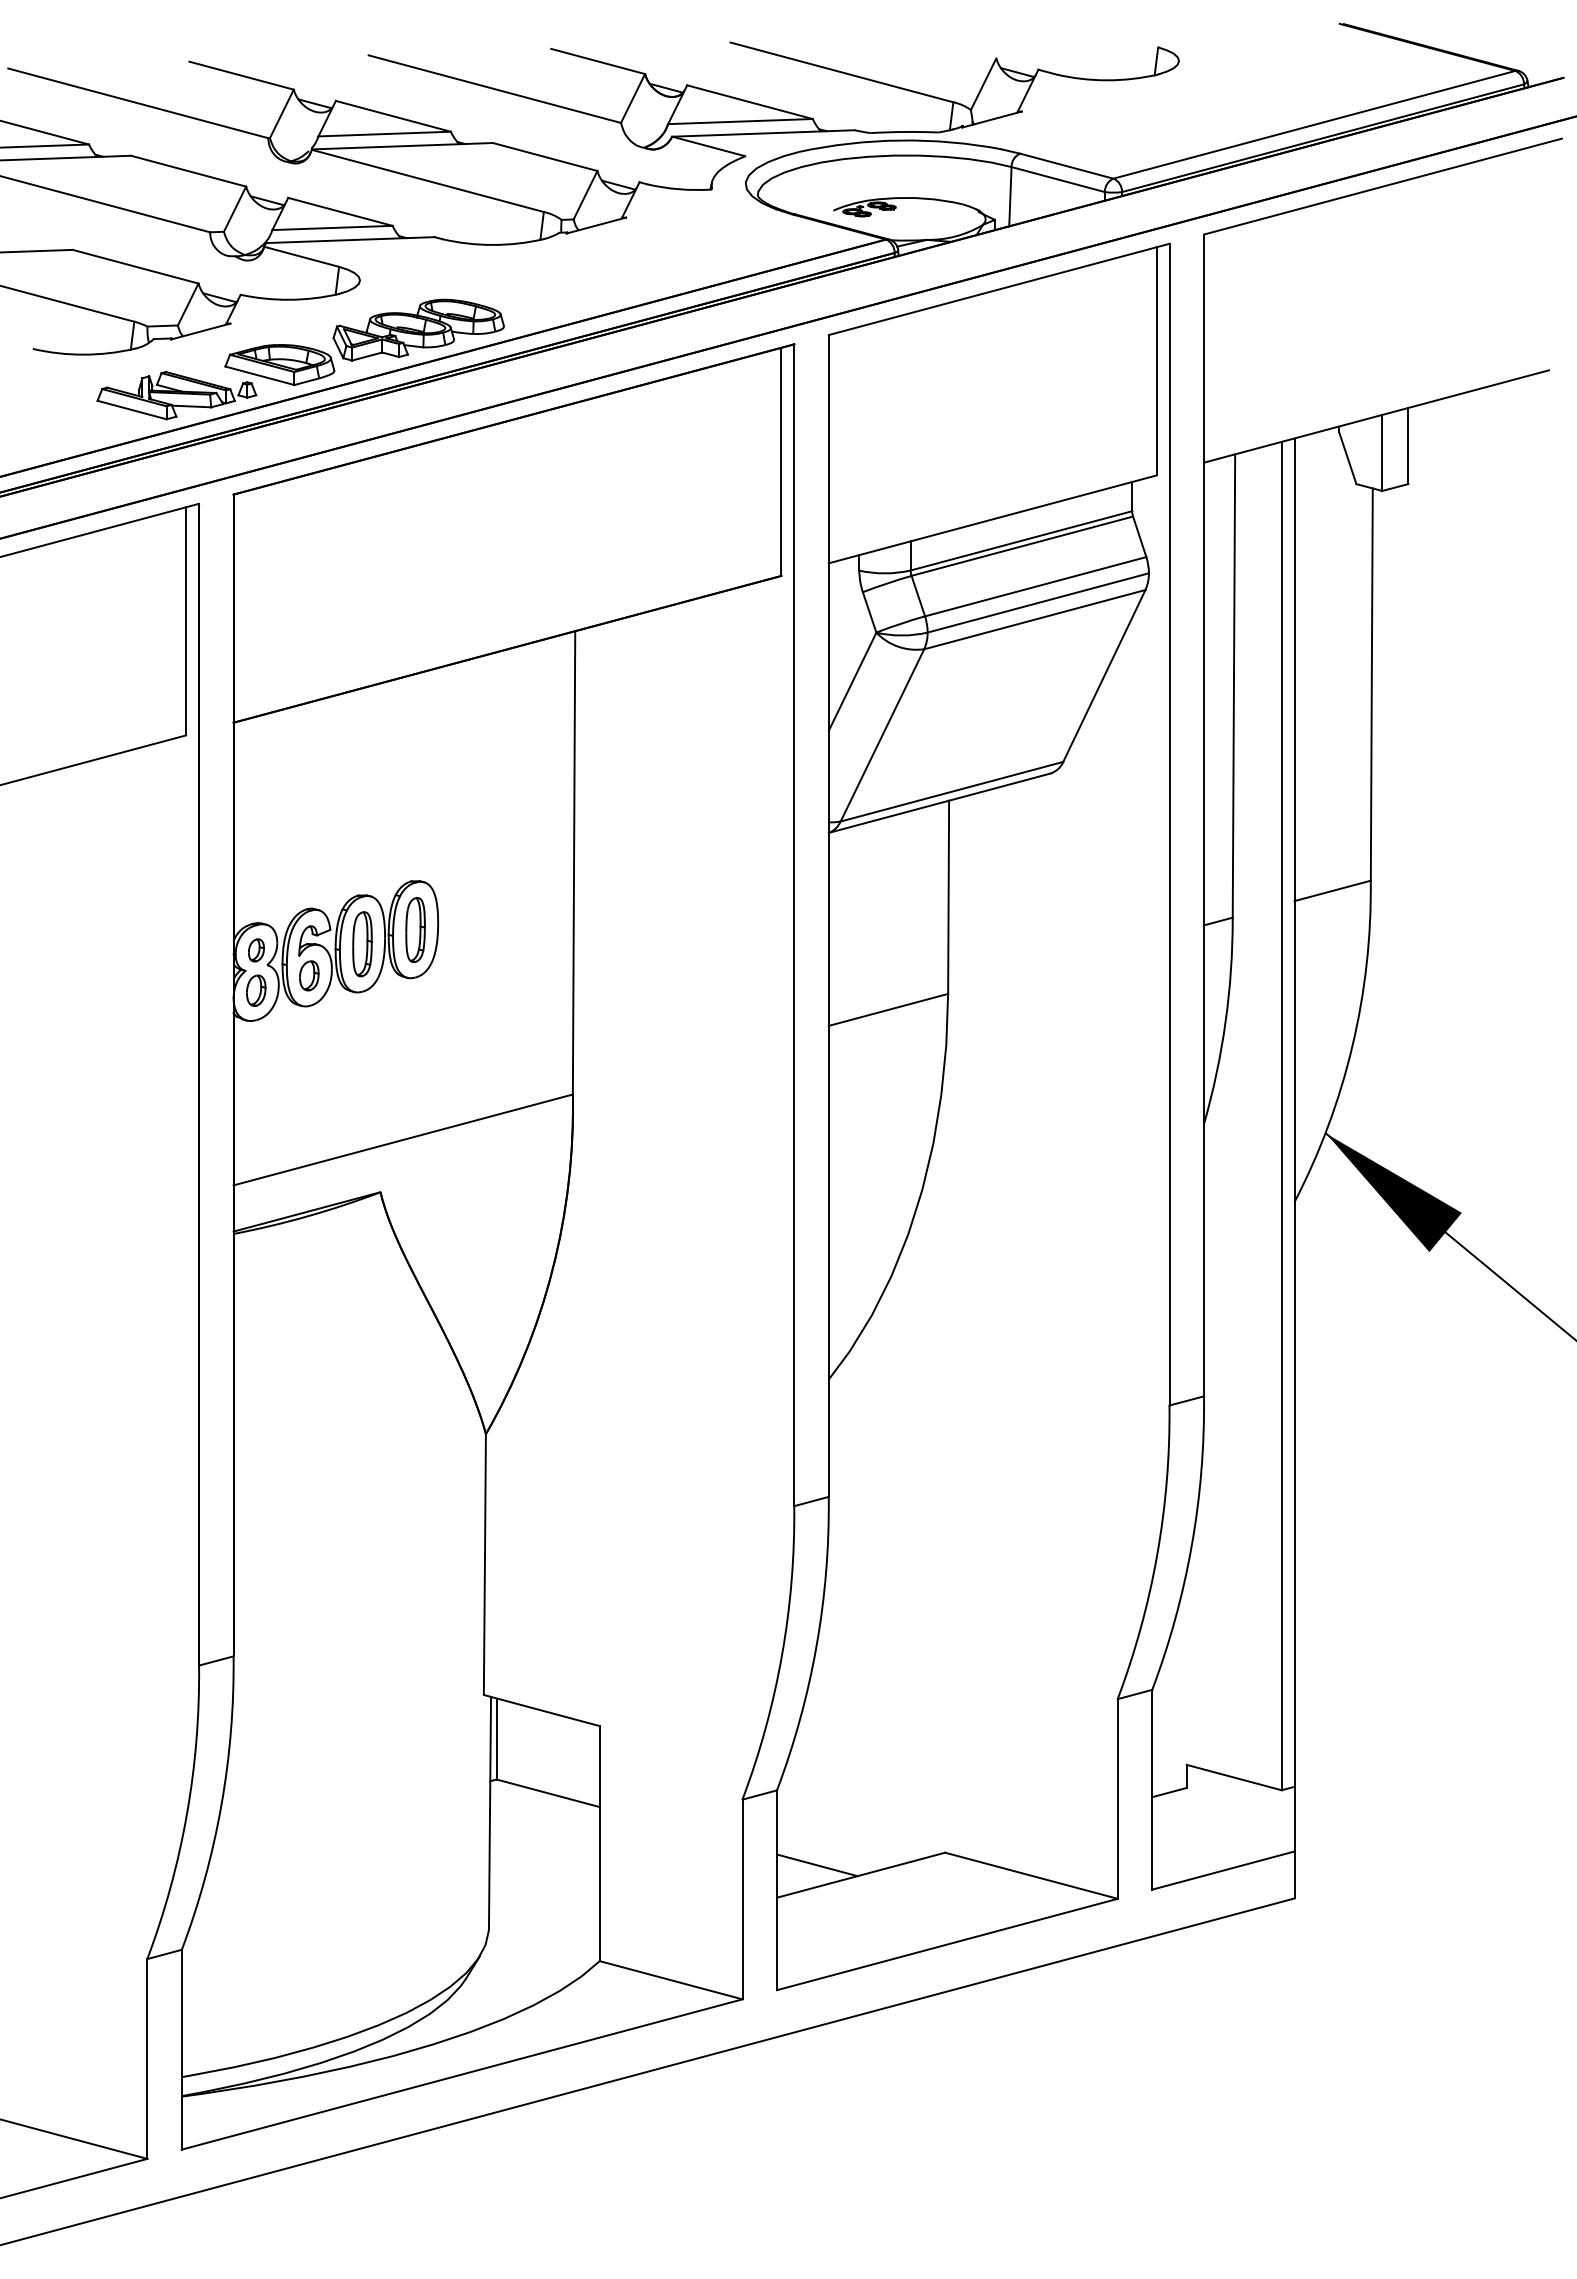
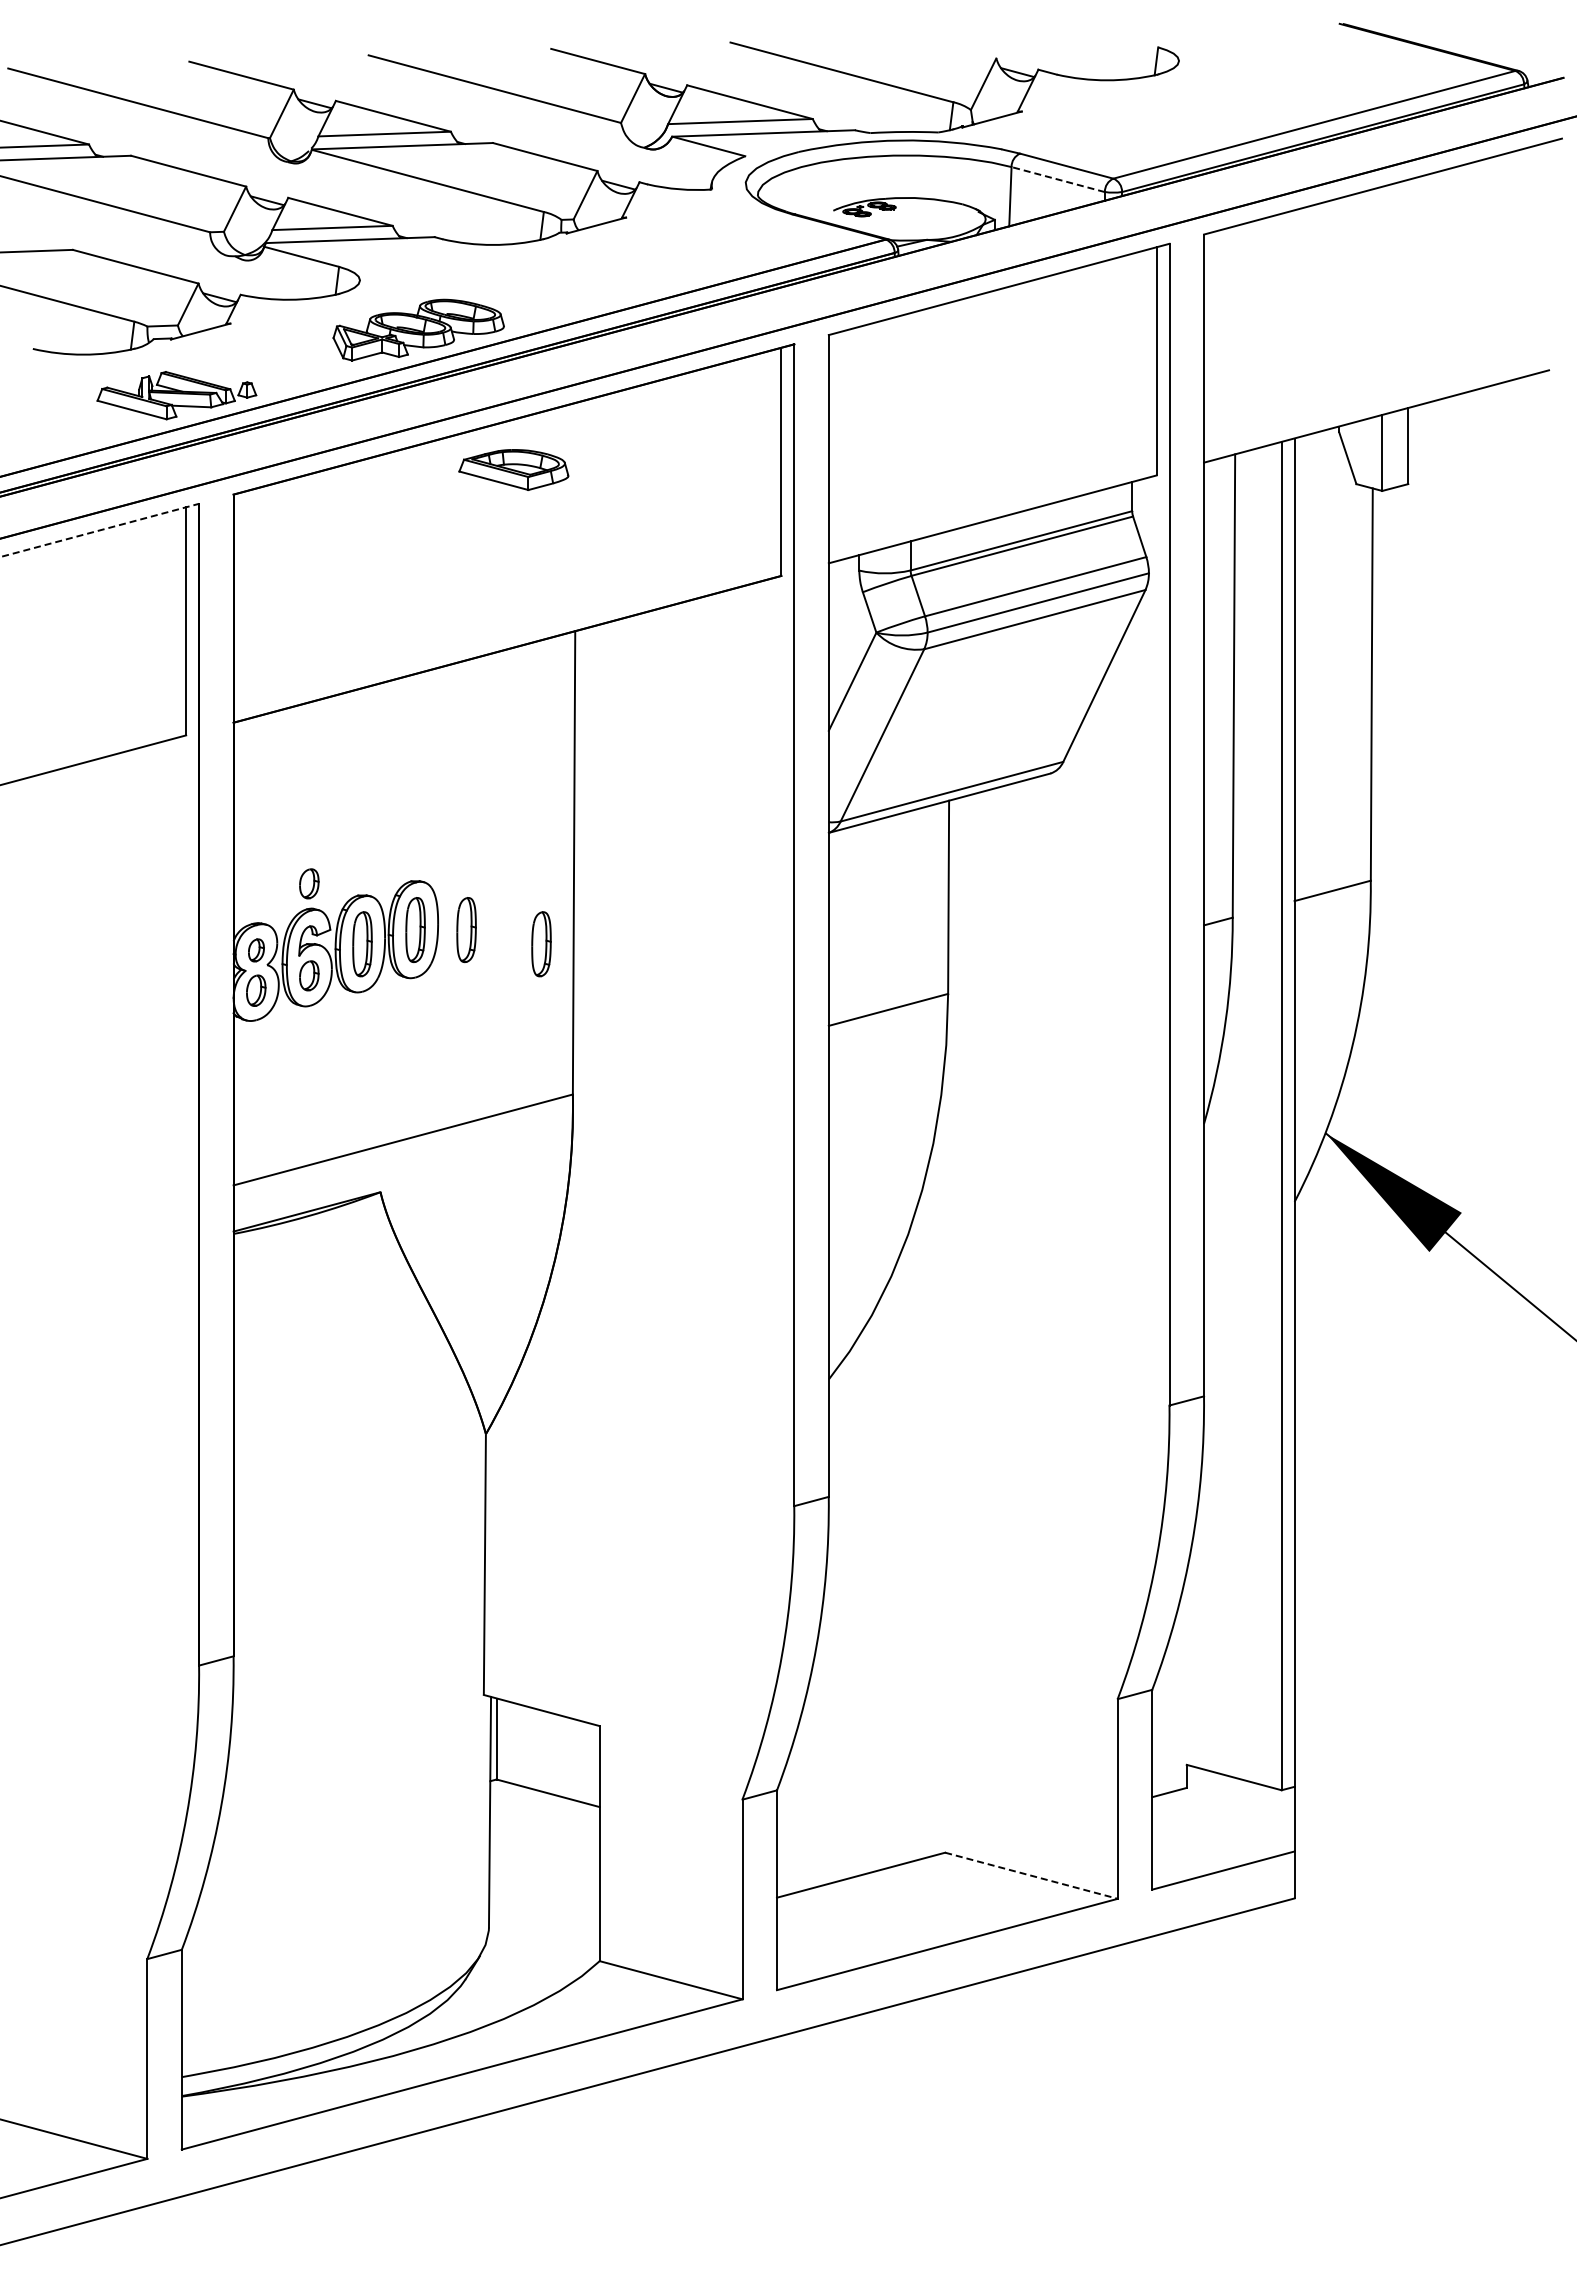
line at (1057, 179): solid -> dashed
part at (279, 364) position: (279, 364) -> (513, 469)
line at (99, 530): solid -> dashed
part at (309, 883): none -> present
part at (466, 930): none -> present
part at (541, 944): none -> present
line at (816, 1865): present -> none
line at (1031, 1875): solid -> dashed
